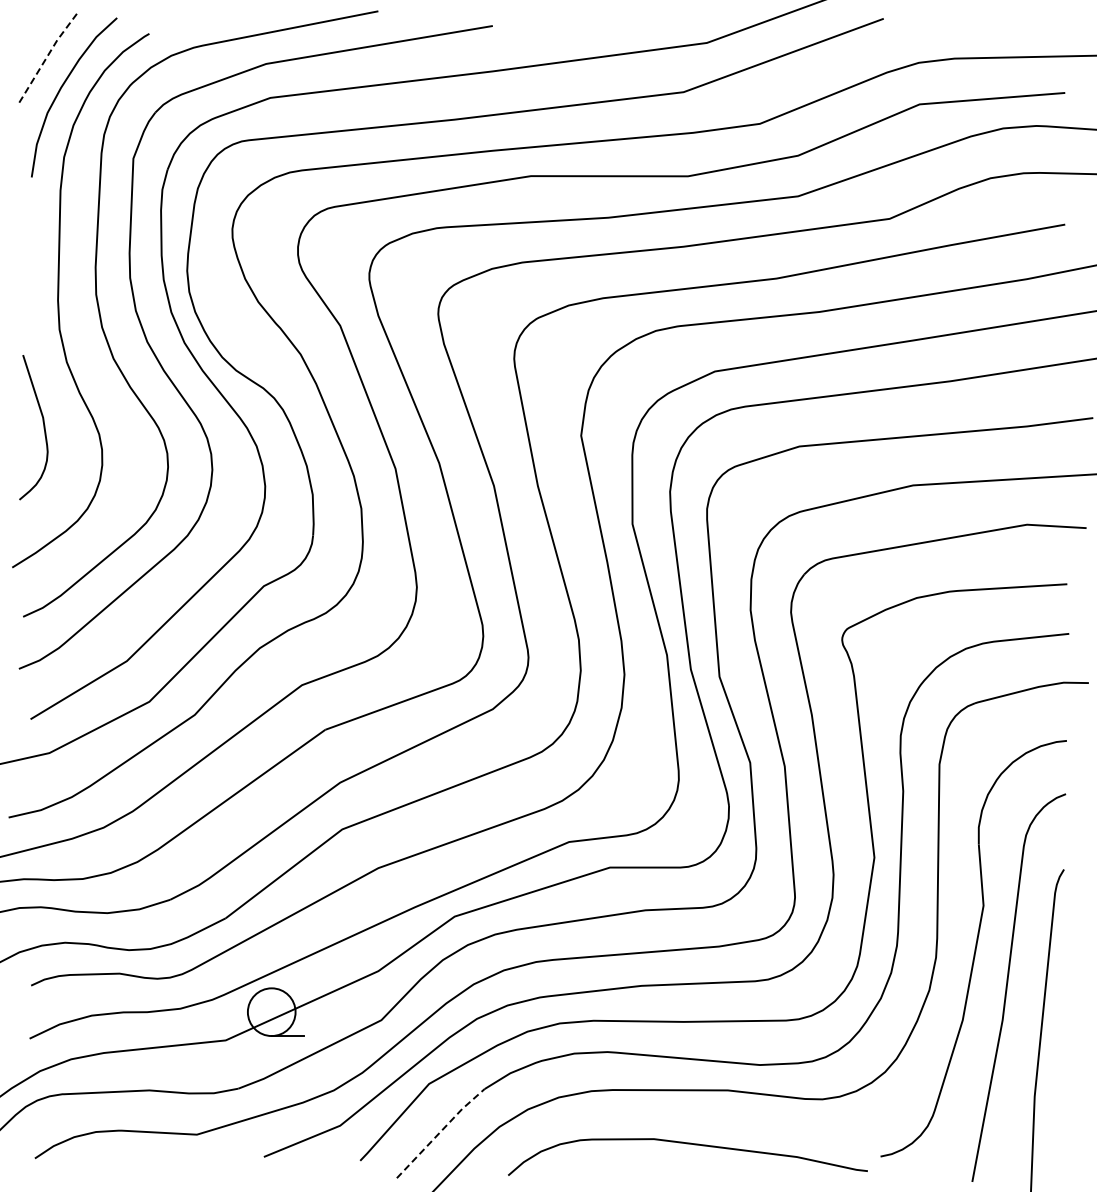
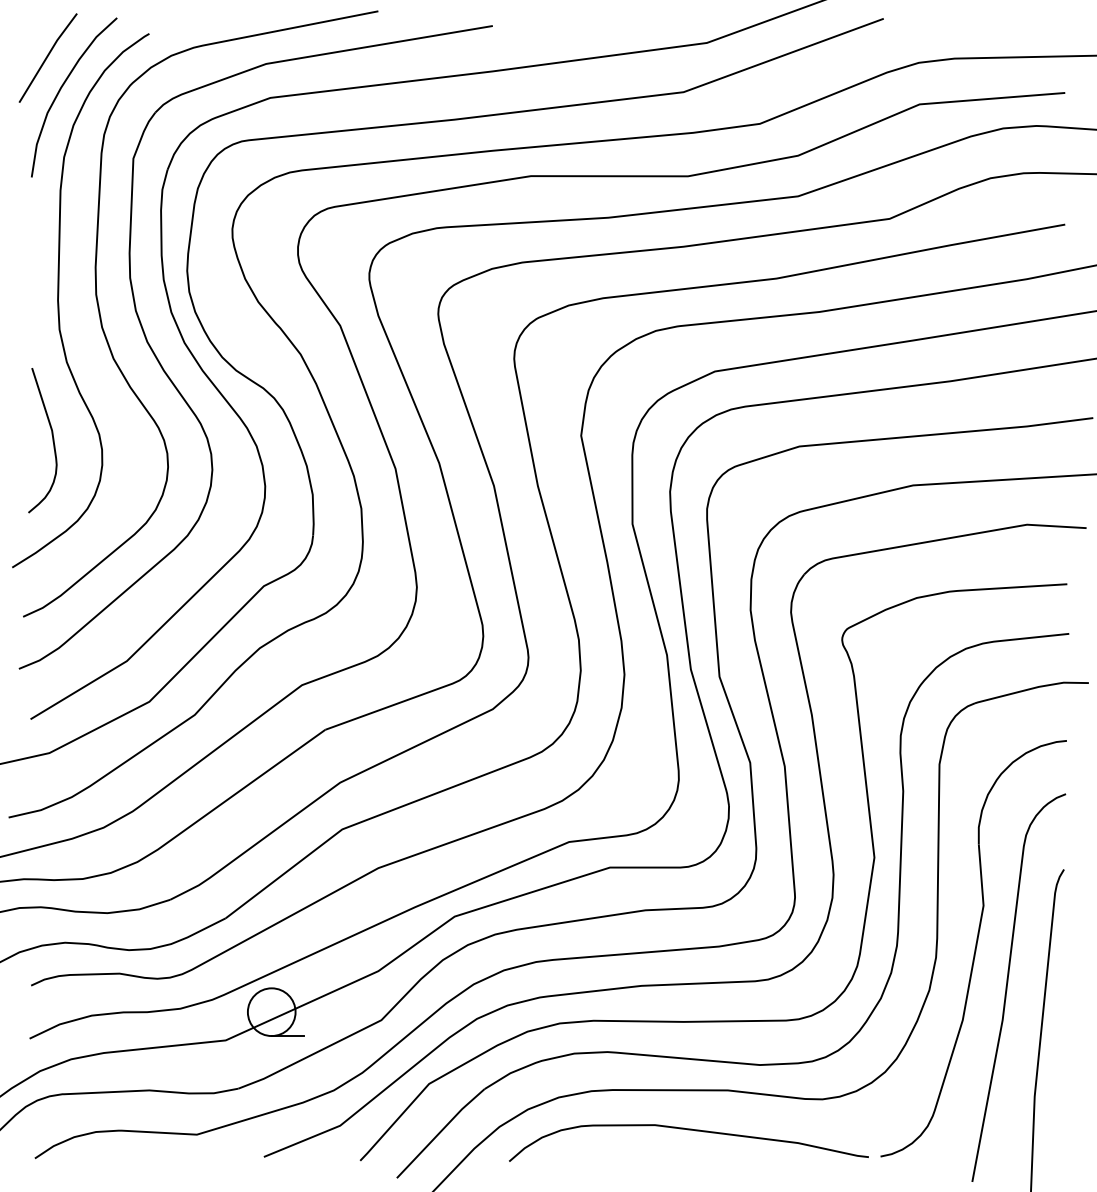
line at (47, 56): dashed -> solid
curve at (43, 427) position: (43, 427) -> (52, 440)
line at (440, 1132): dashed -> solid
curve at (687, 1144) position: (687, 1144) -> (688, 1130)
